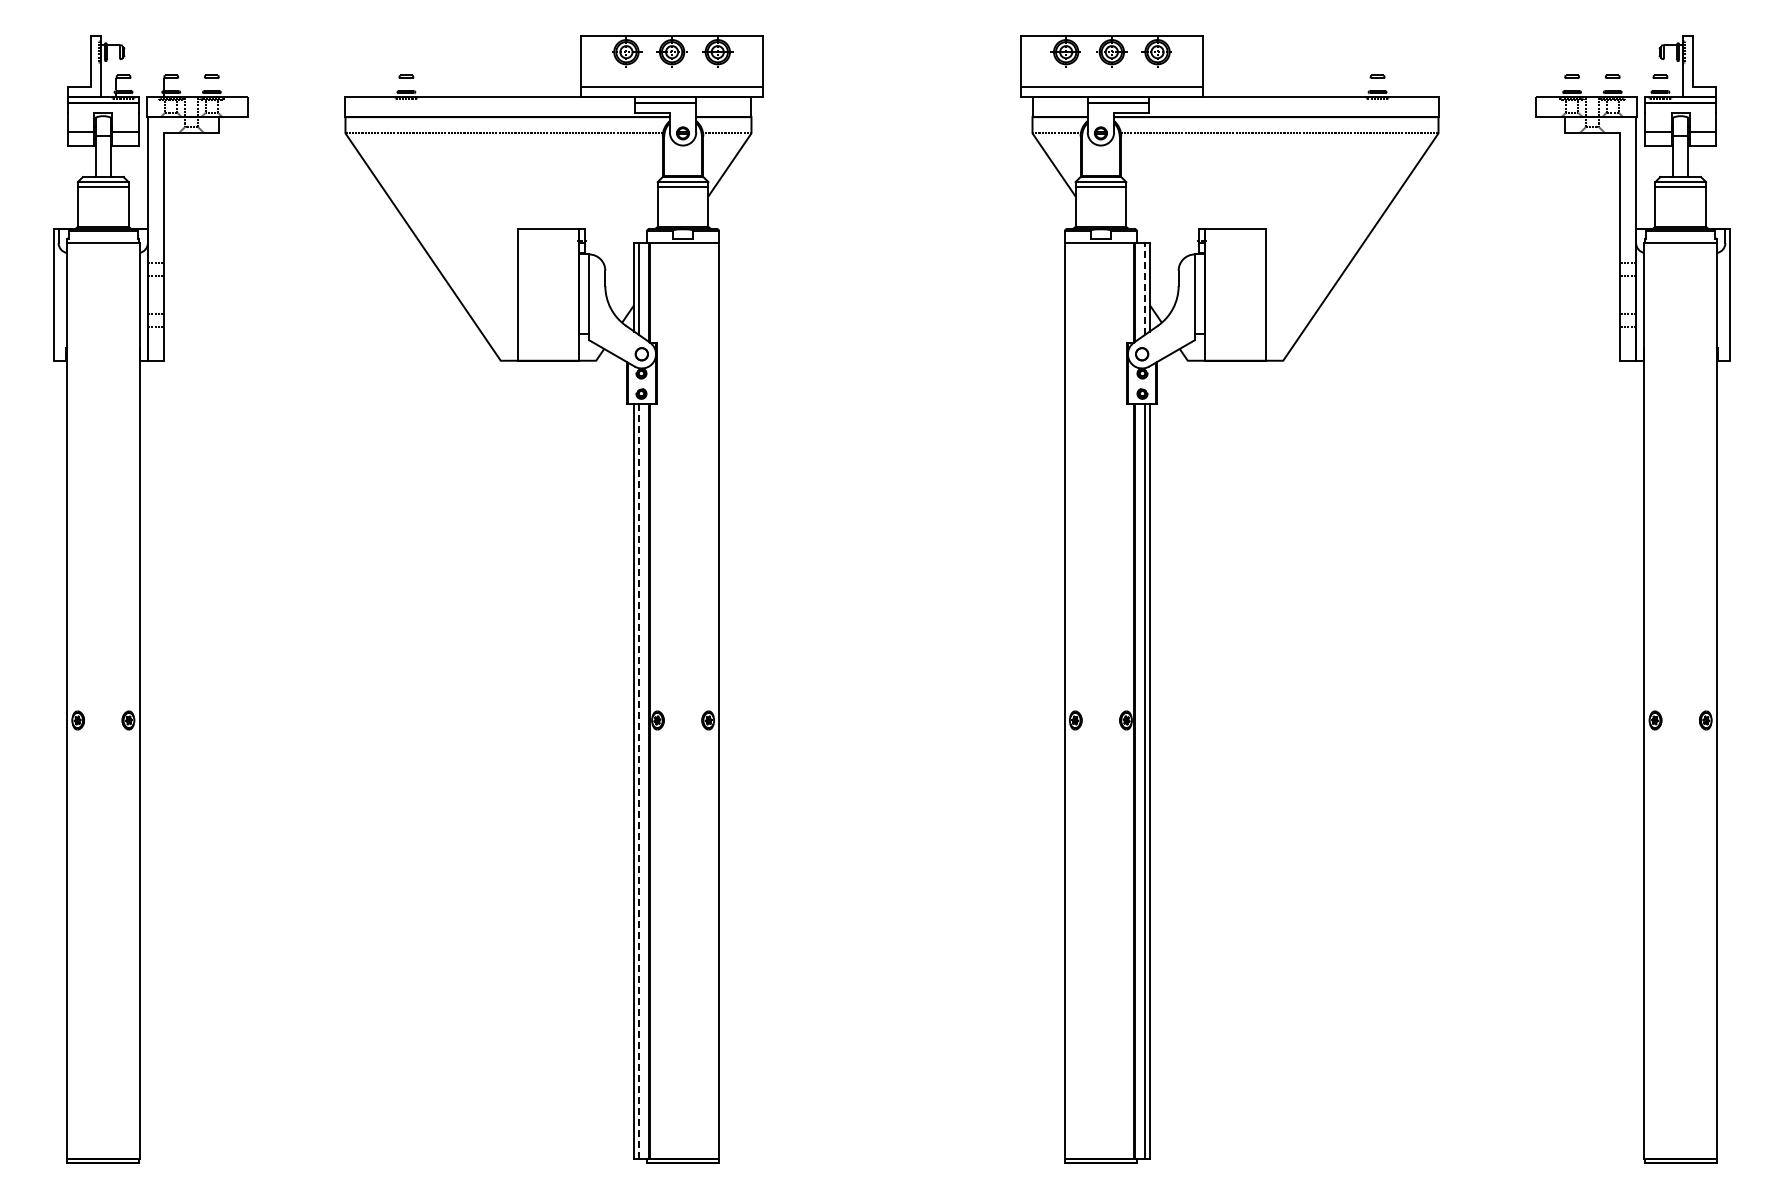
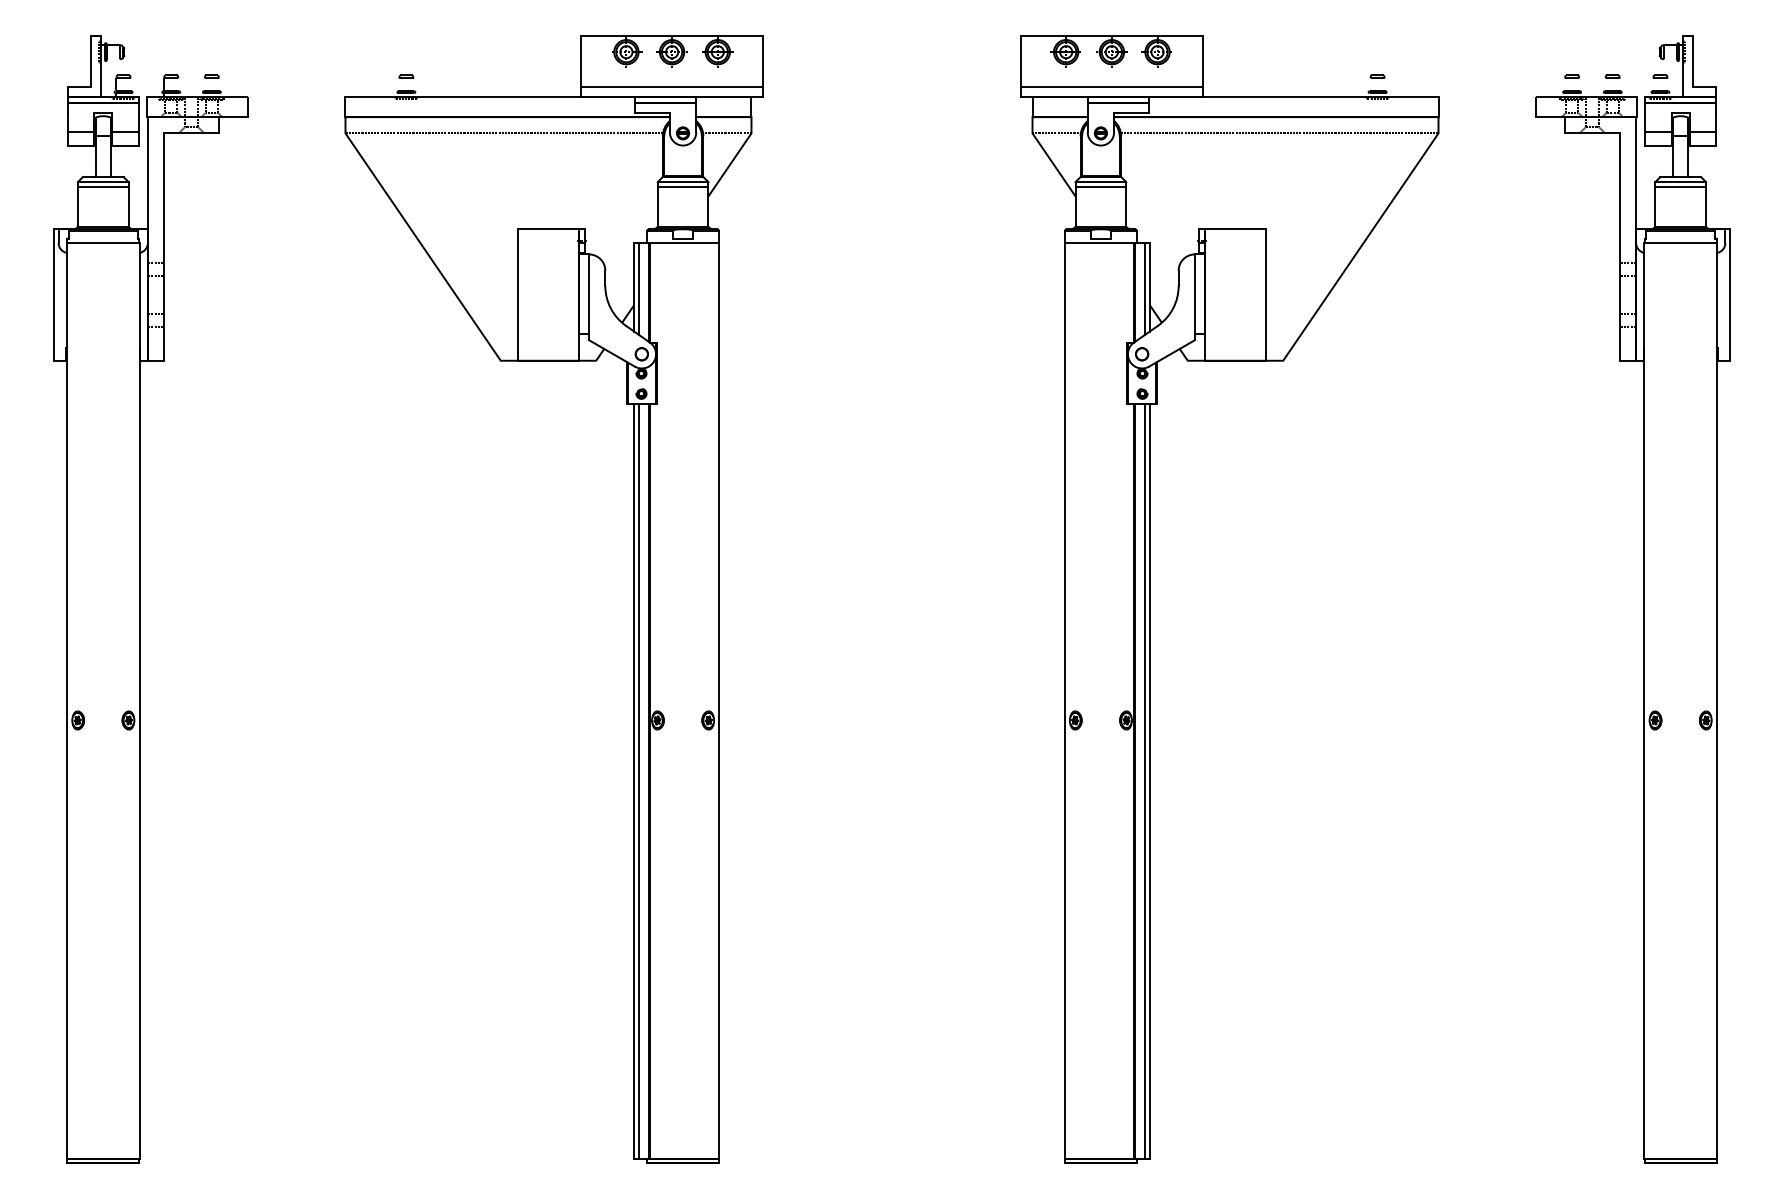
line at (1144, 289): dashed -> solid
line at (639, 780): dashed -> solid
